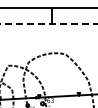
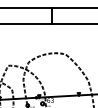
line at (48, 23): dashed -> solid
